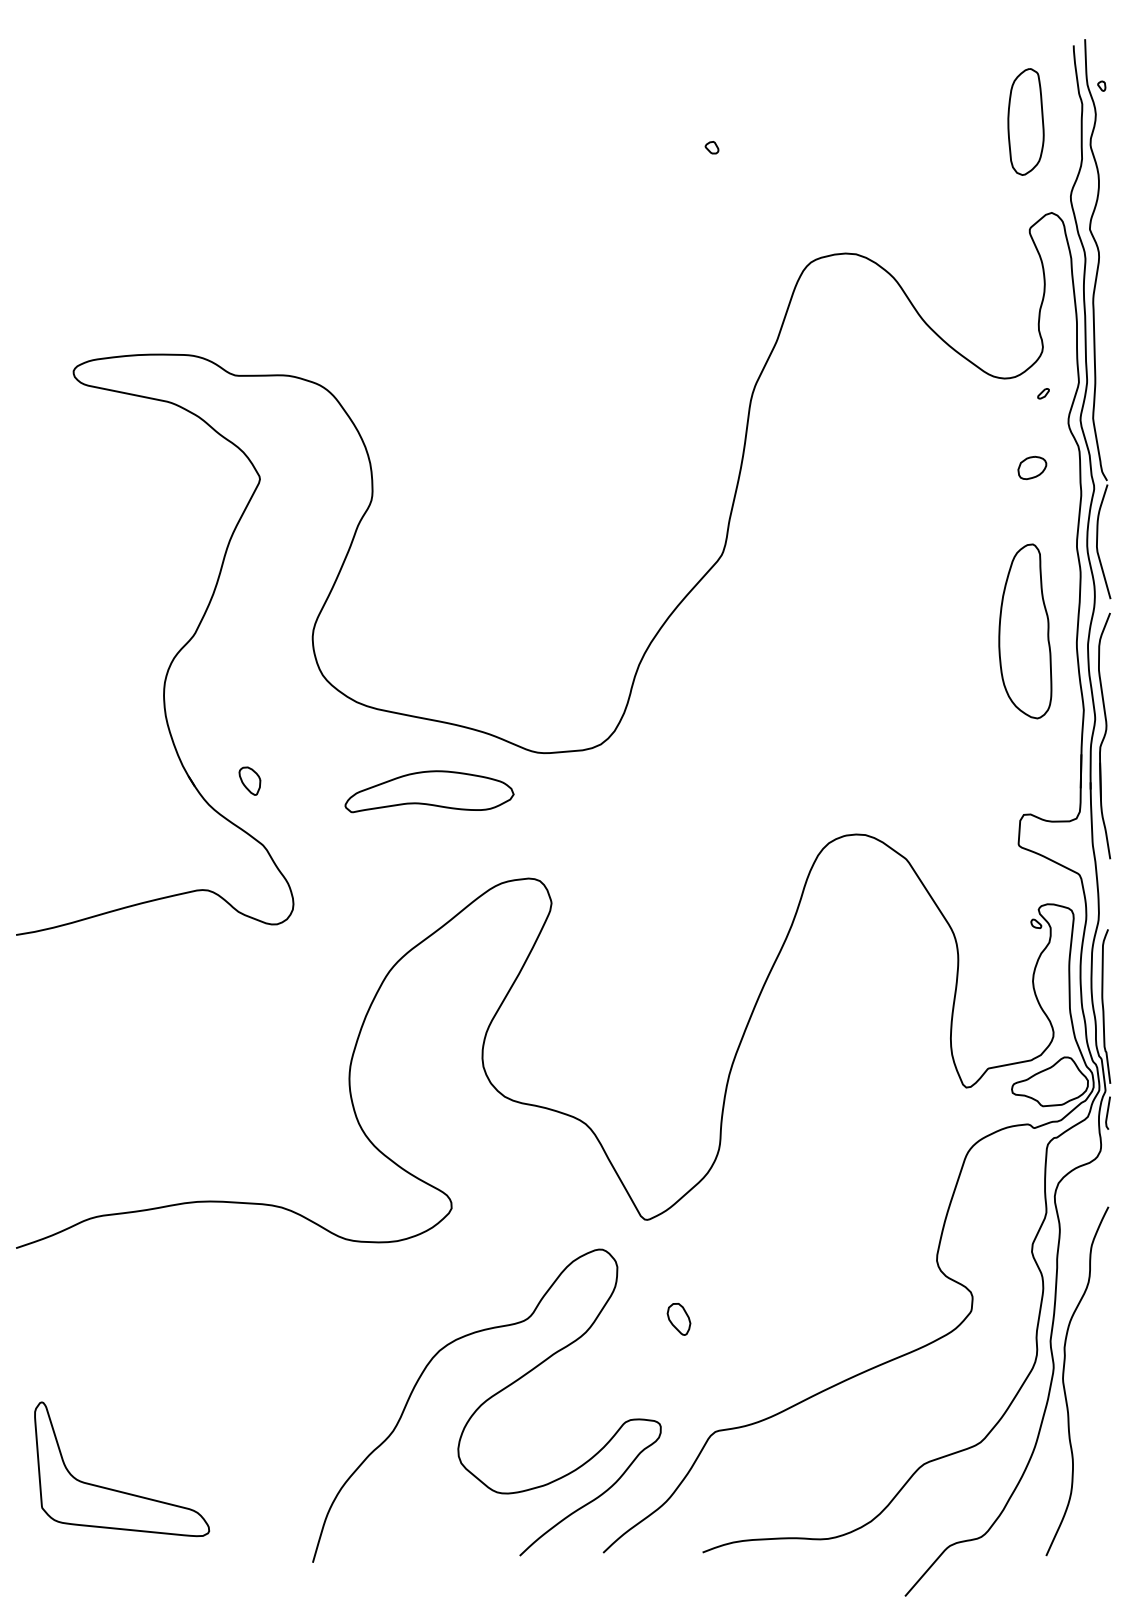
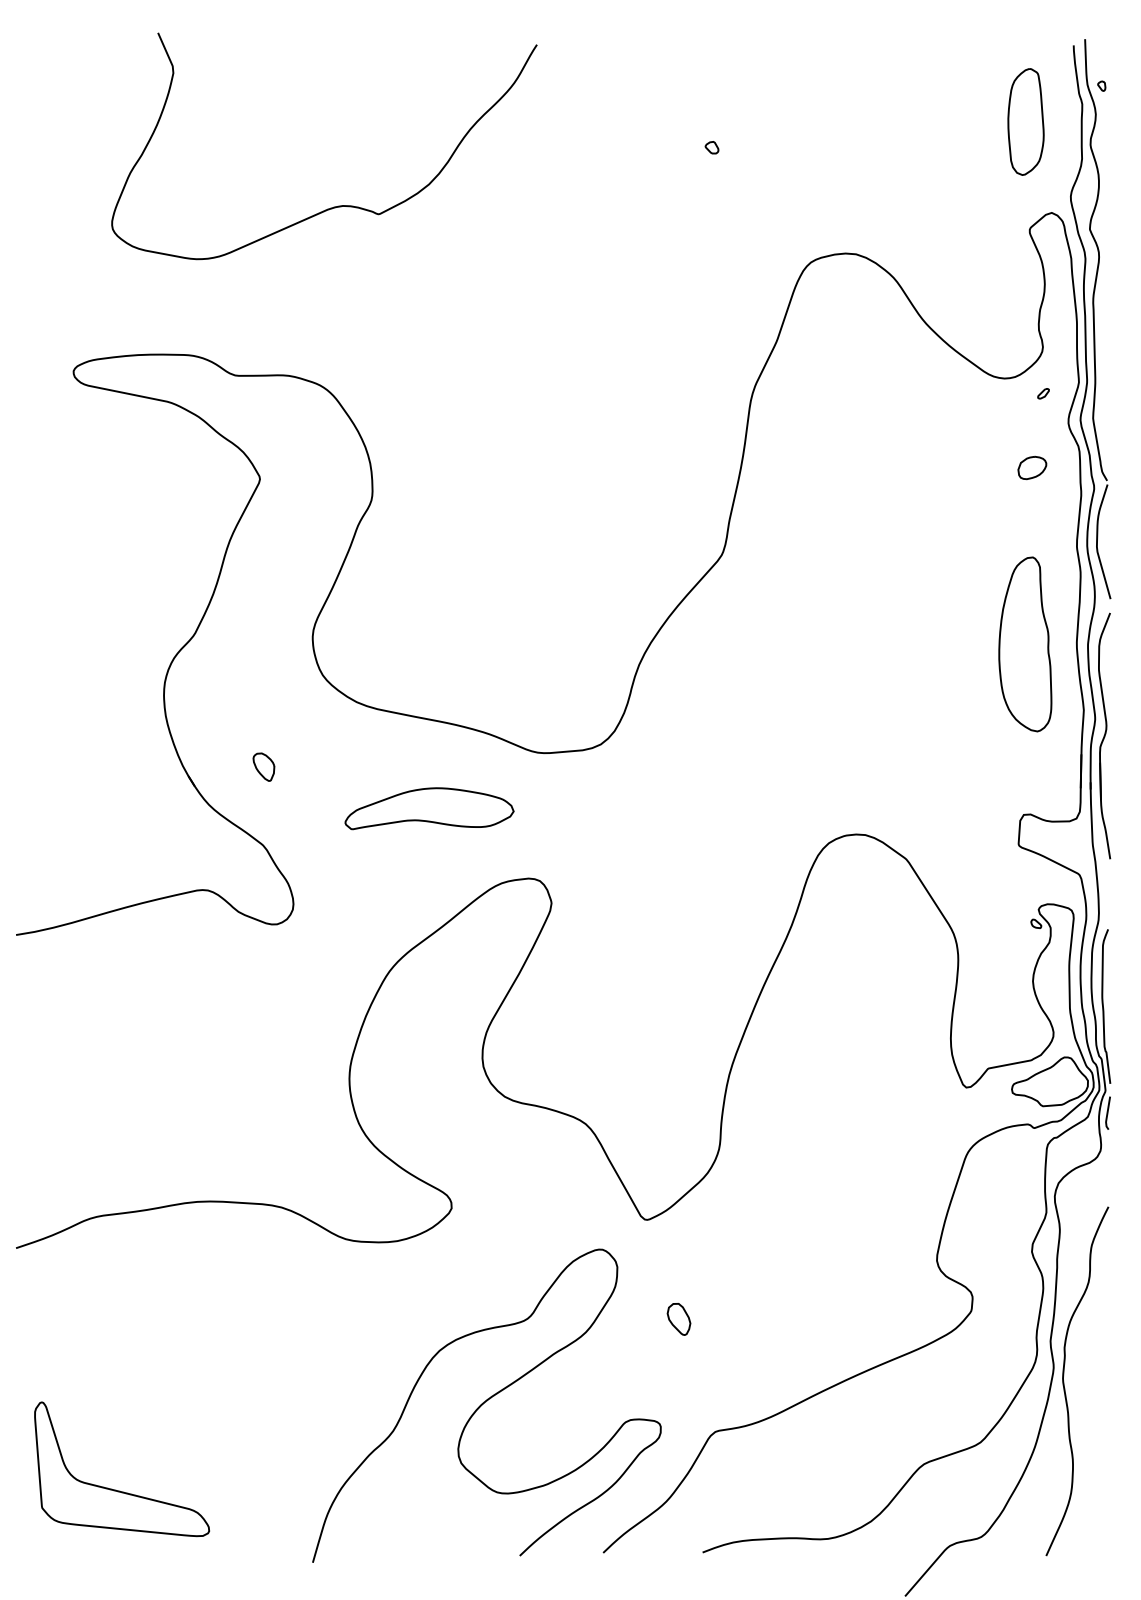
curve at (338, 205): none -> present
part at (1025, 631) position: (1025, 631) -> (1025, 644)
part at (249, 780) position: (249, 780) -> (263, 766)
part at (429, 791) position: (429, 791) -> (429, 808)
